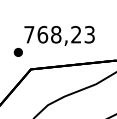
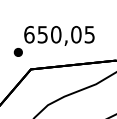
text at (59, 34): 768,23 -> 650,05
